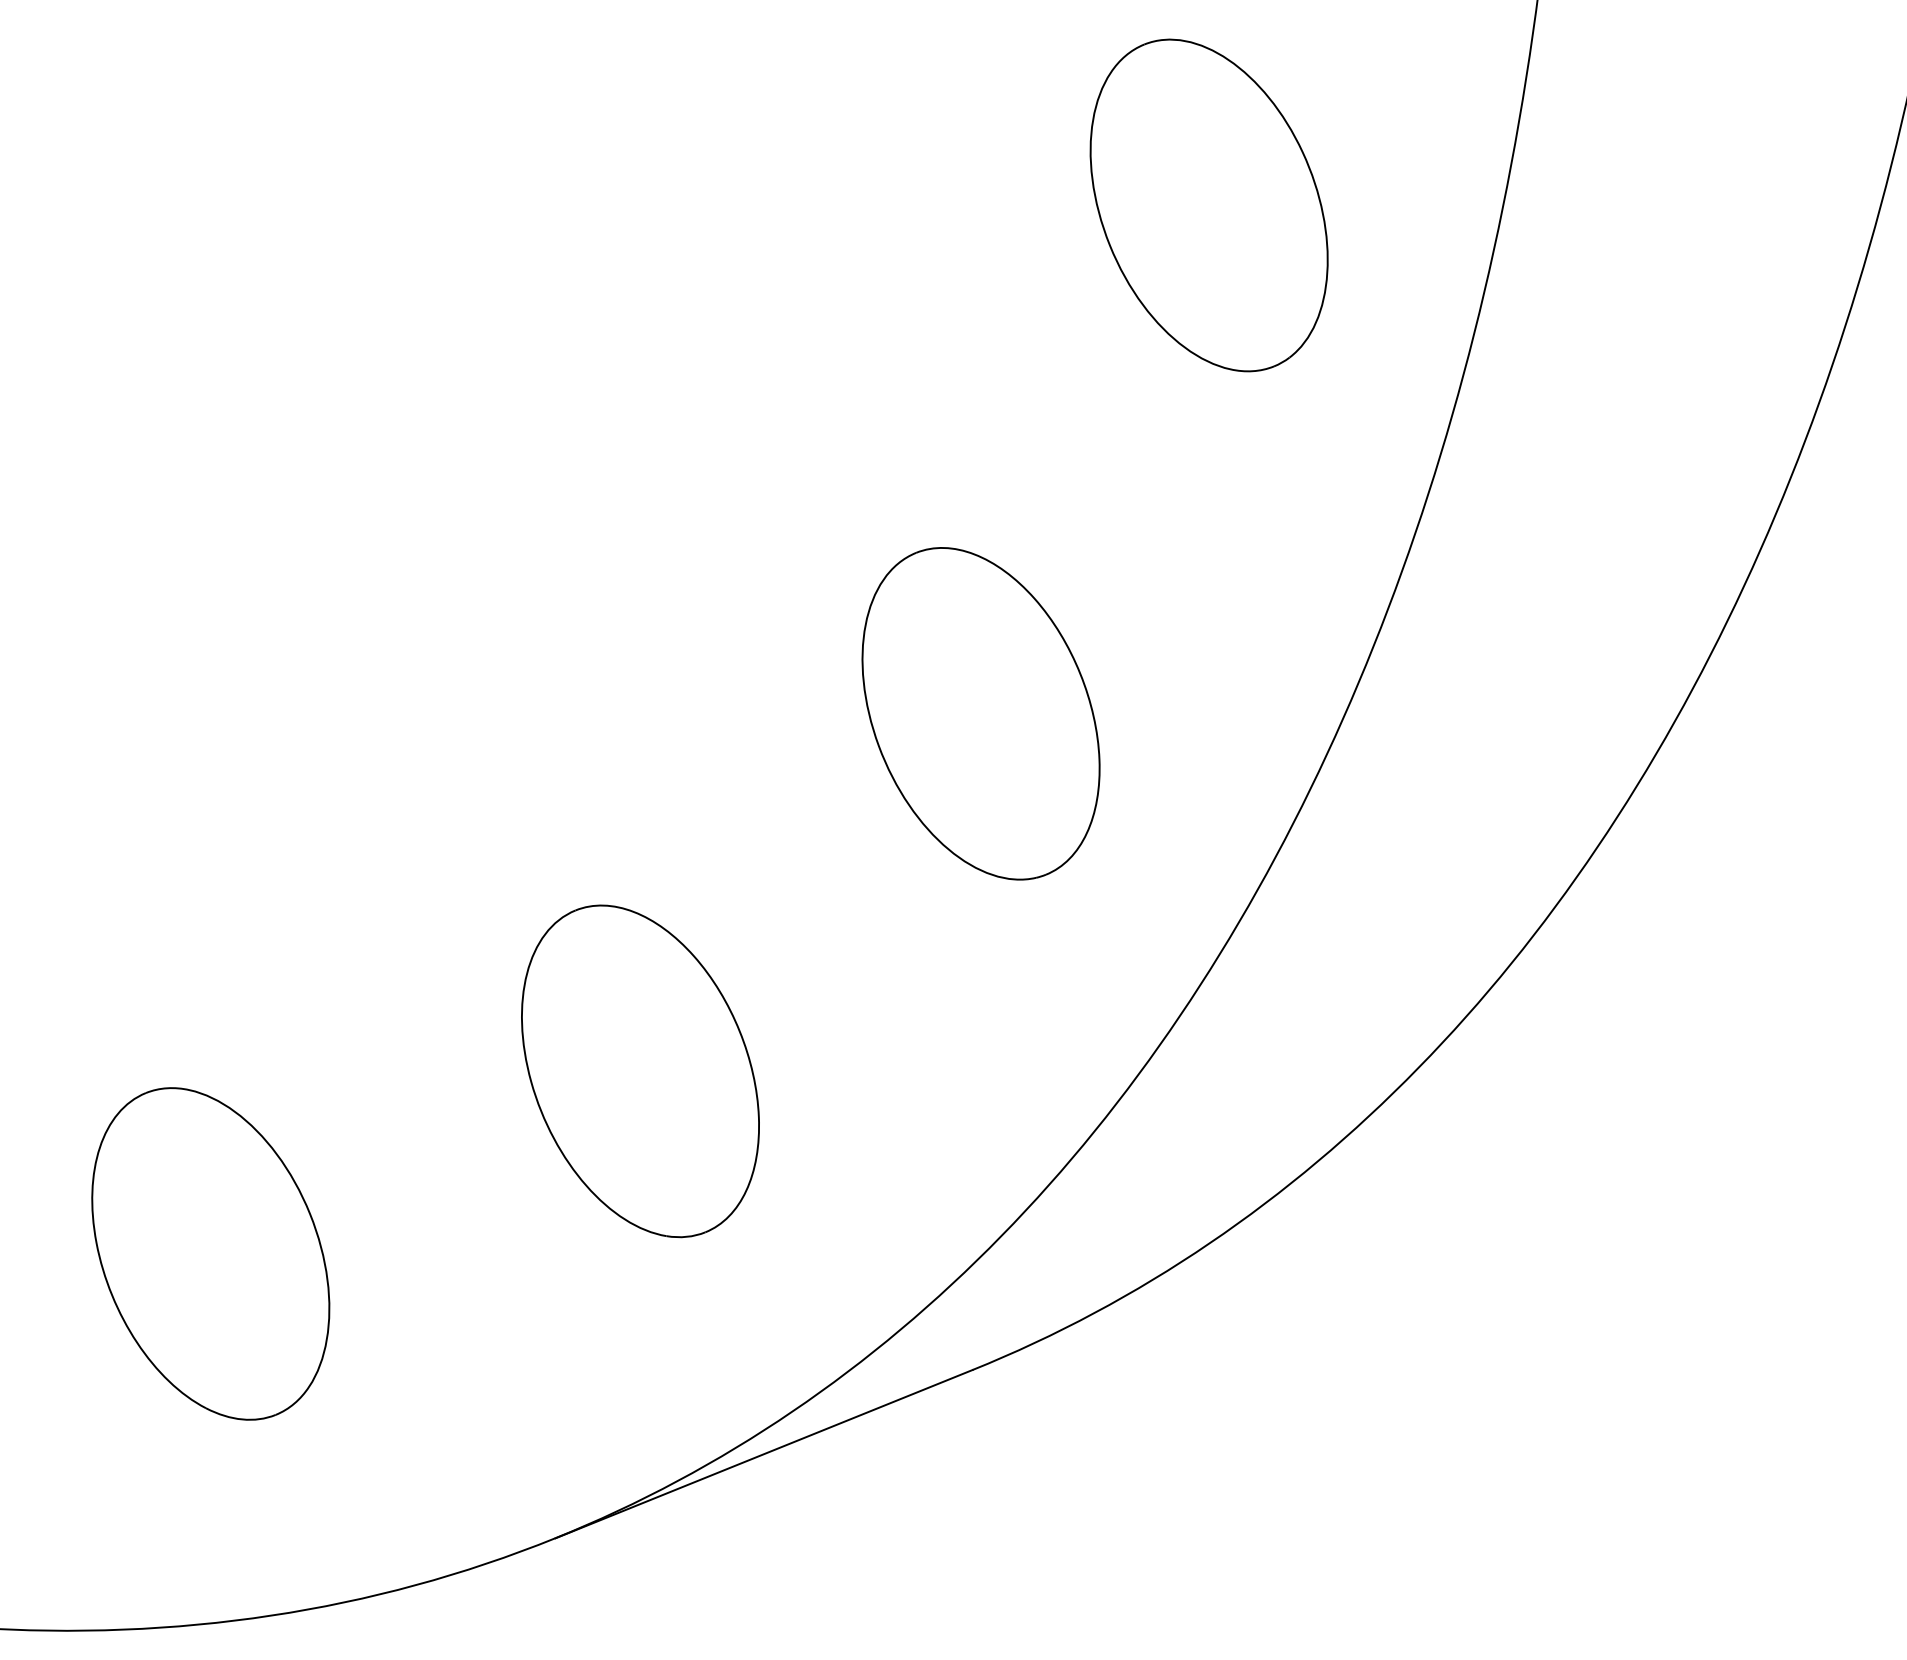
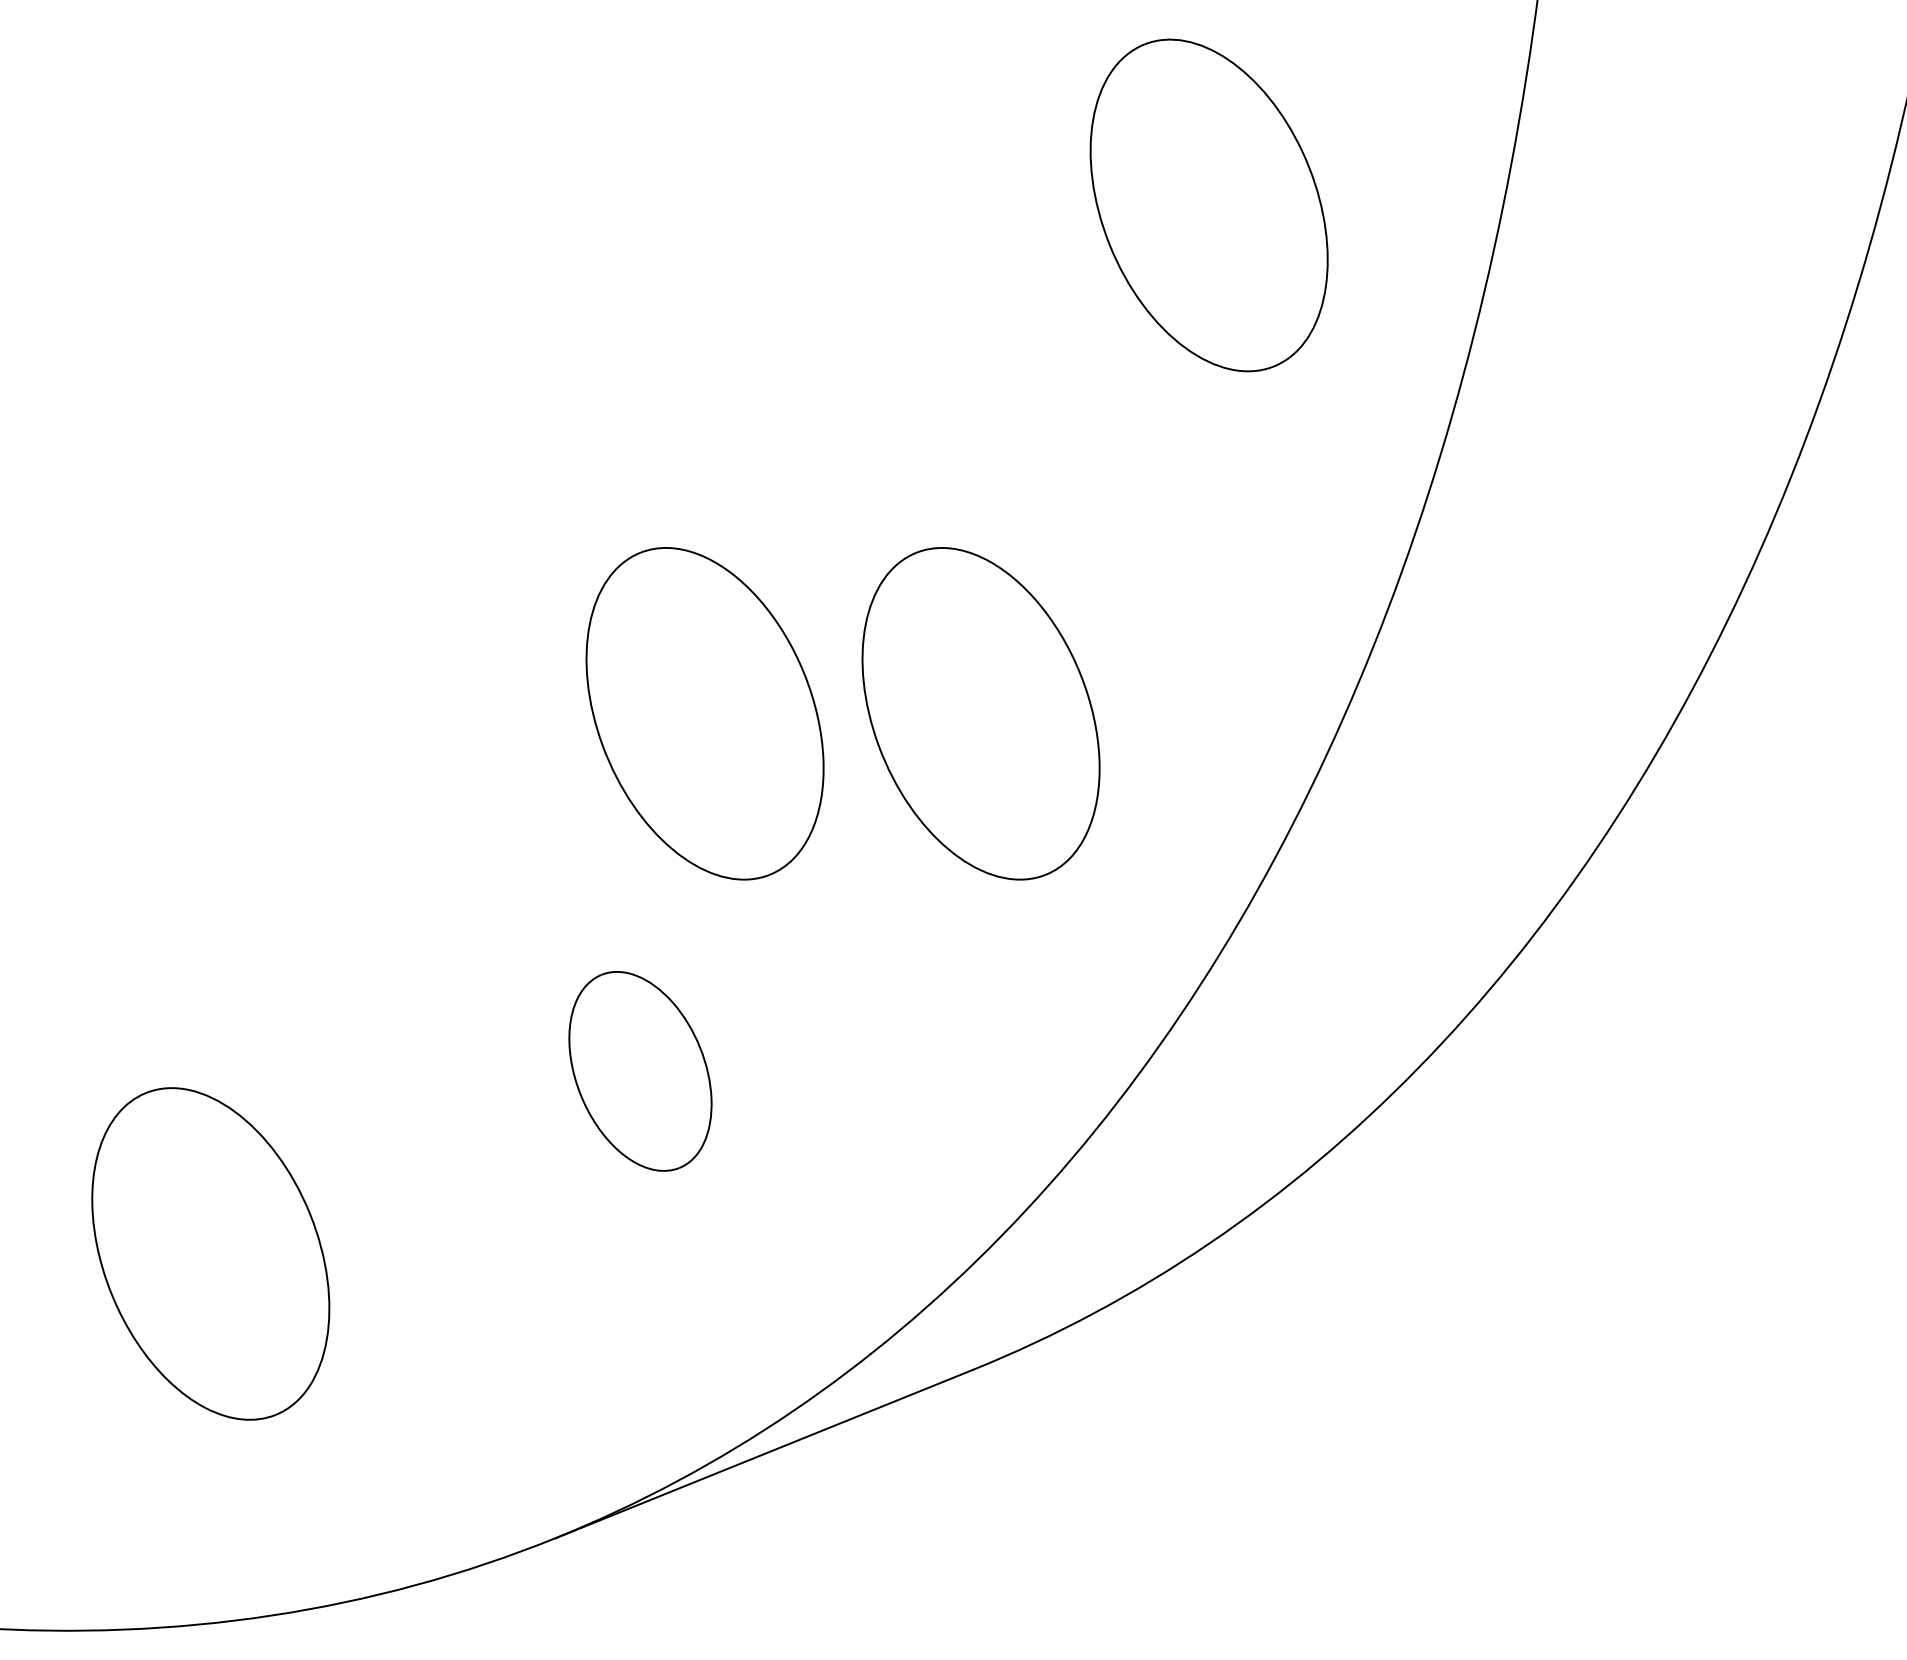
part at (704, 713): none -> present
part at (640, 1071) size: 239x335 px -> 145x201 px
